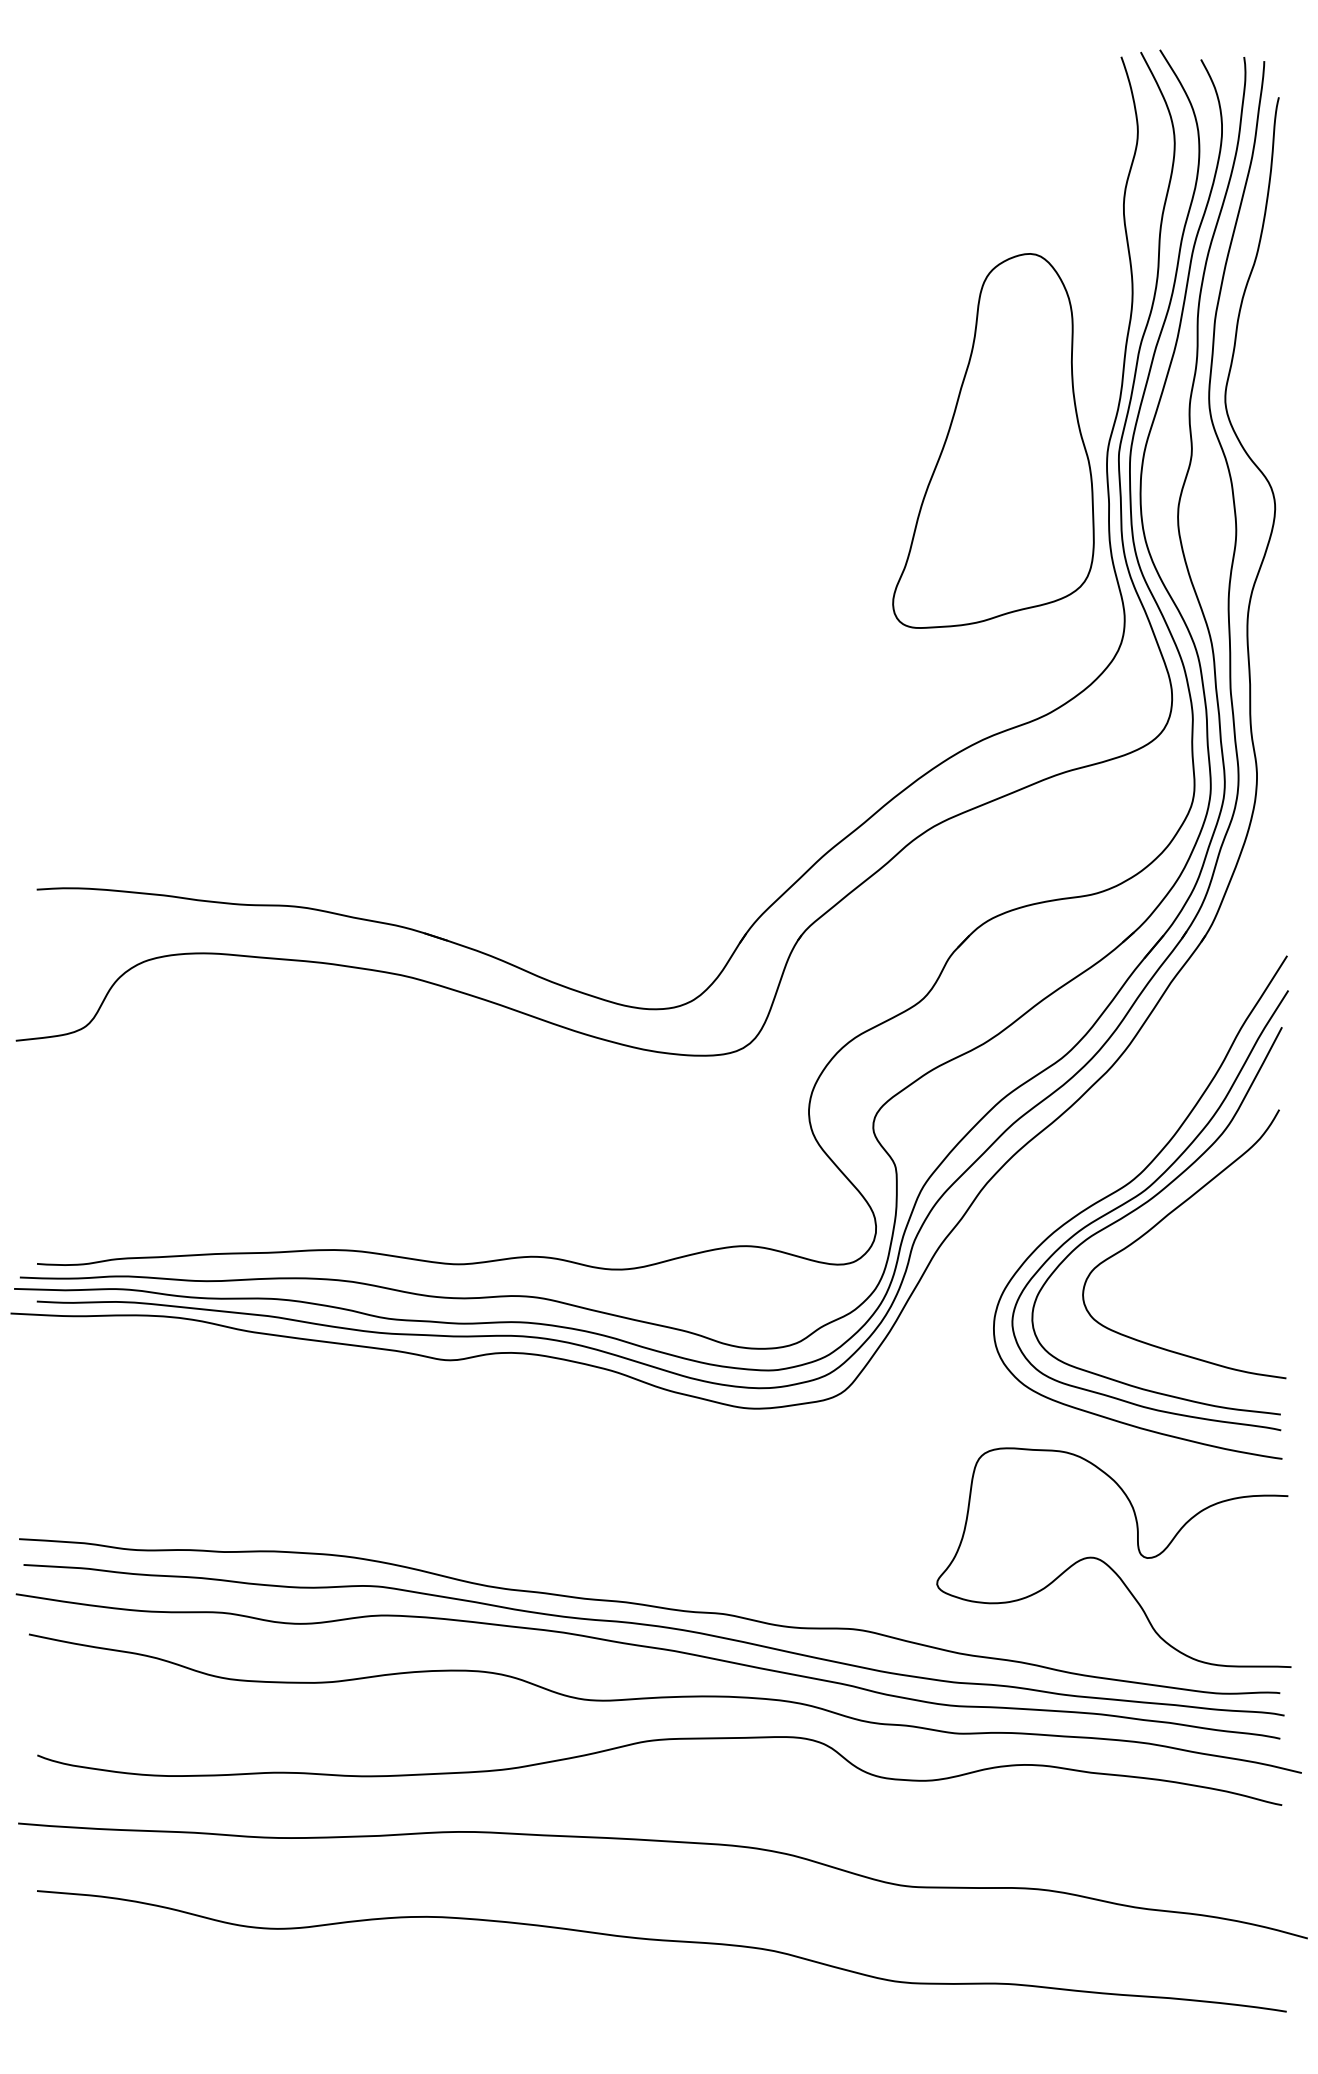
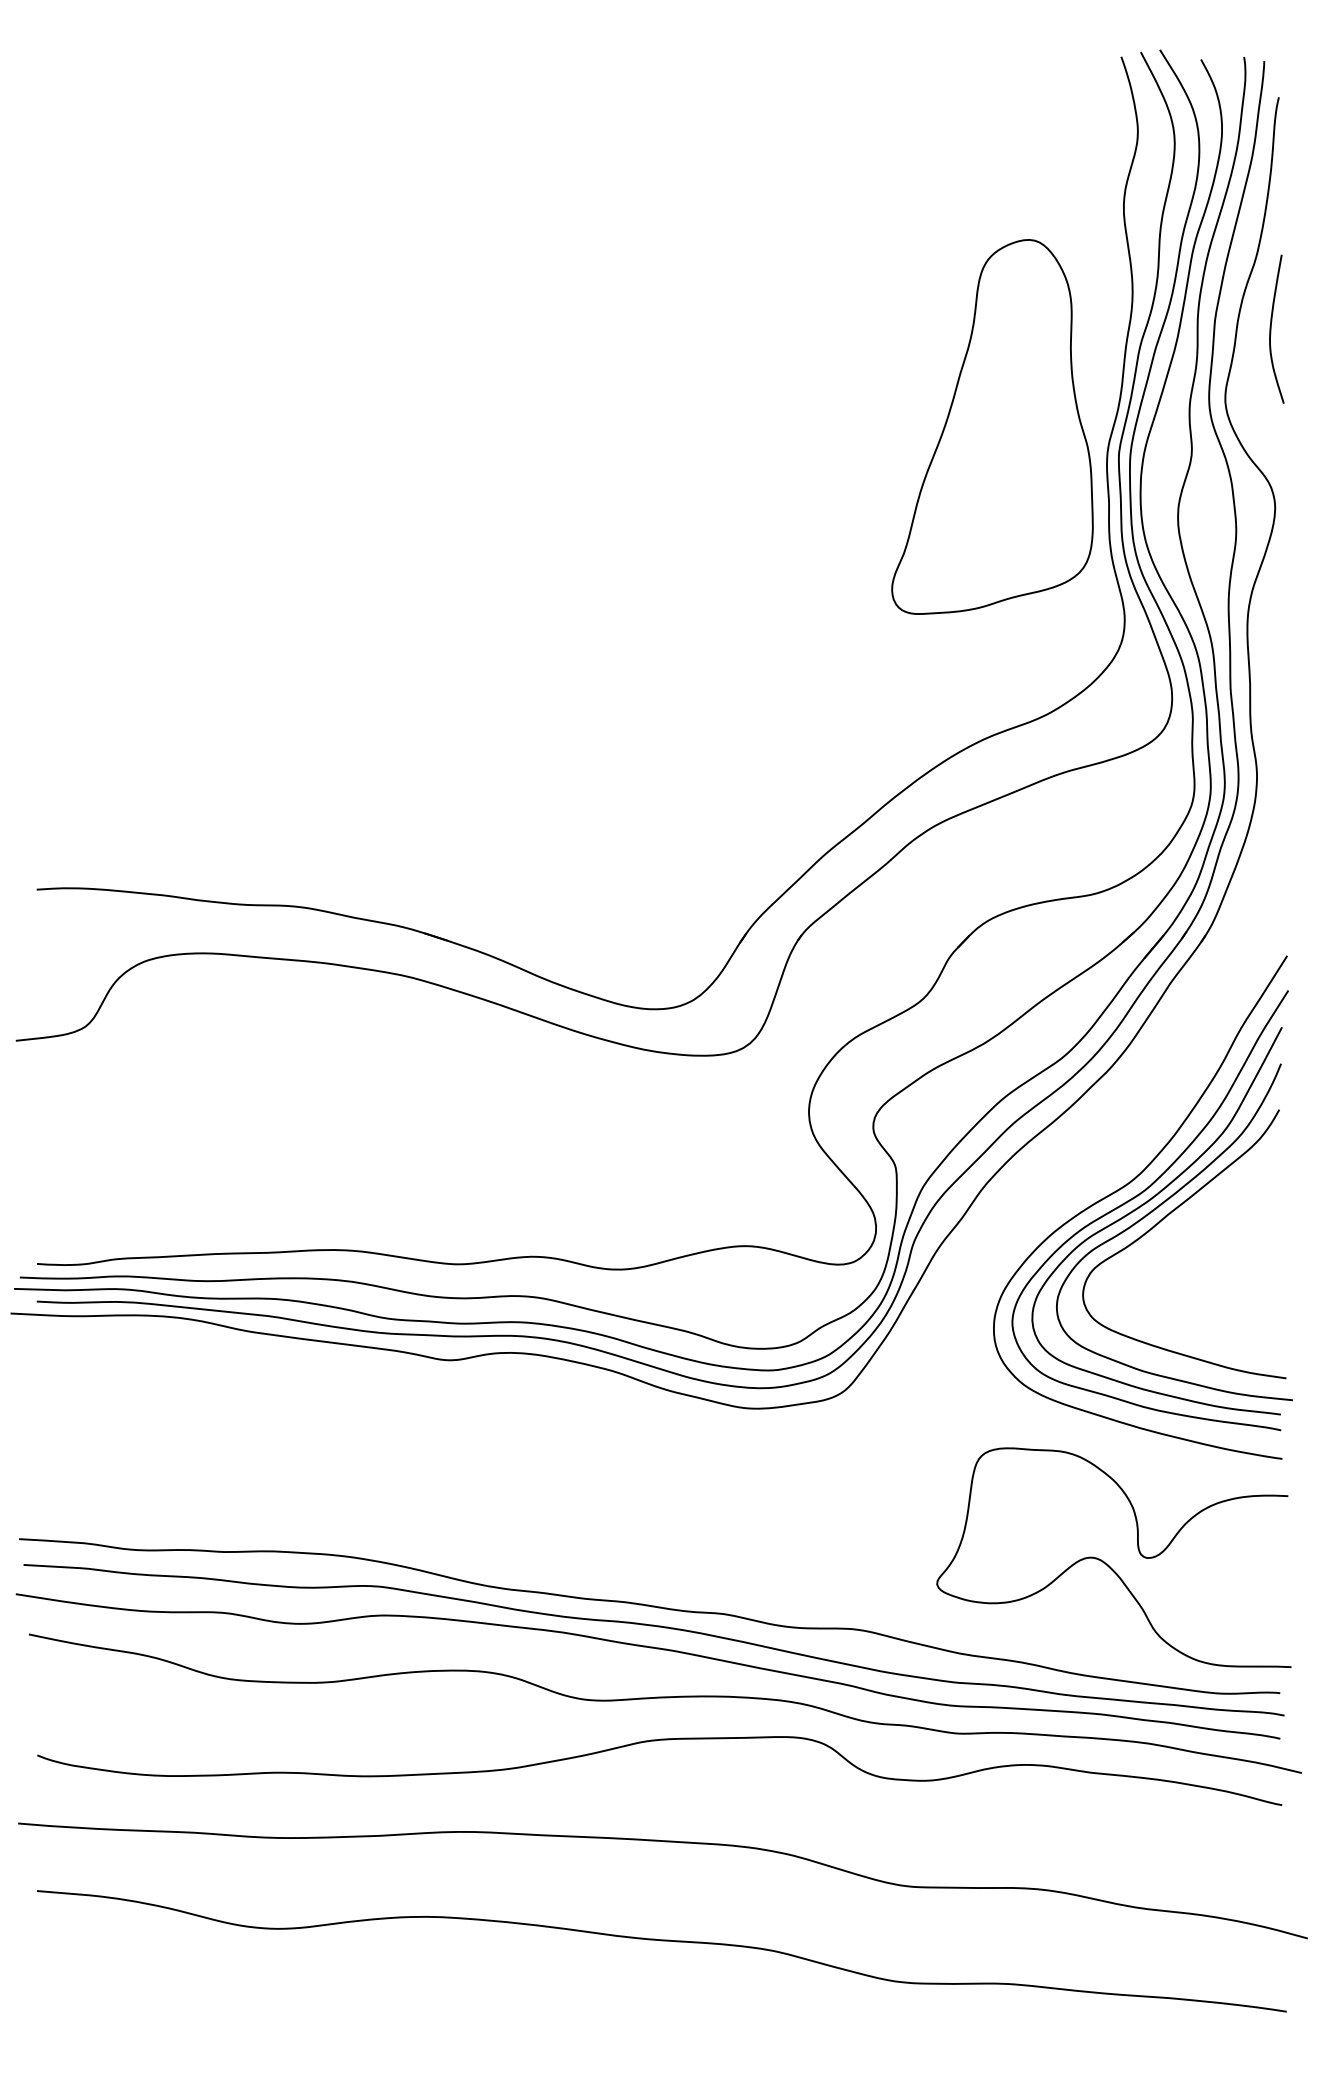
curve at (1271, 328): none -> present
part at (993, 440) position: (993, 440) -> (992, 426)
curve at (1156, 1209): none -> present
